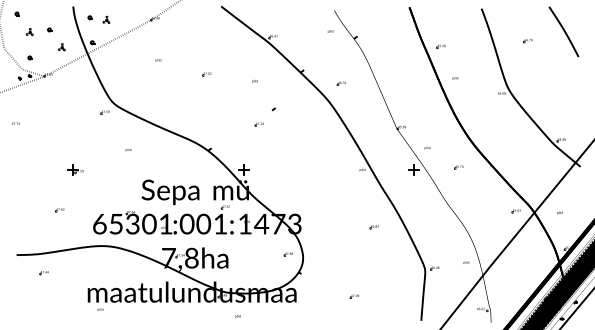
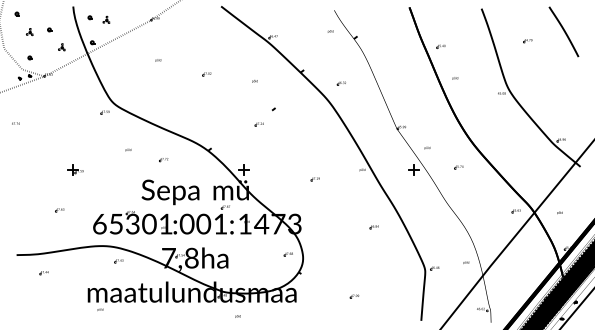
part at (163, 160): none -> present
part at (314, 179): none -> present
part at (118, 261): none -> present
